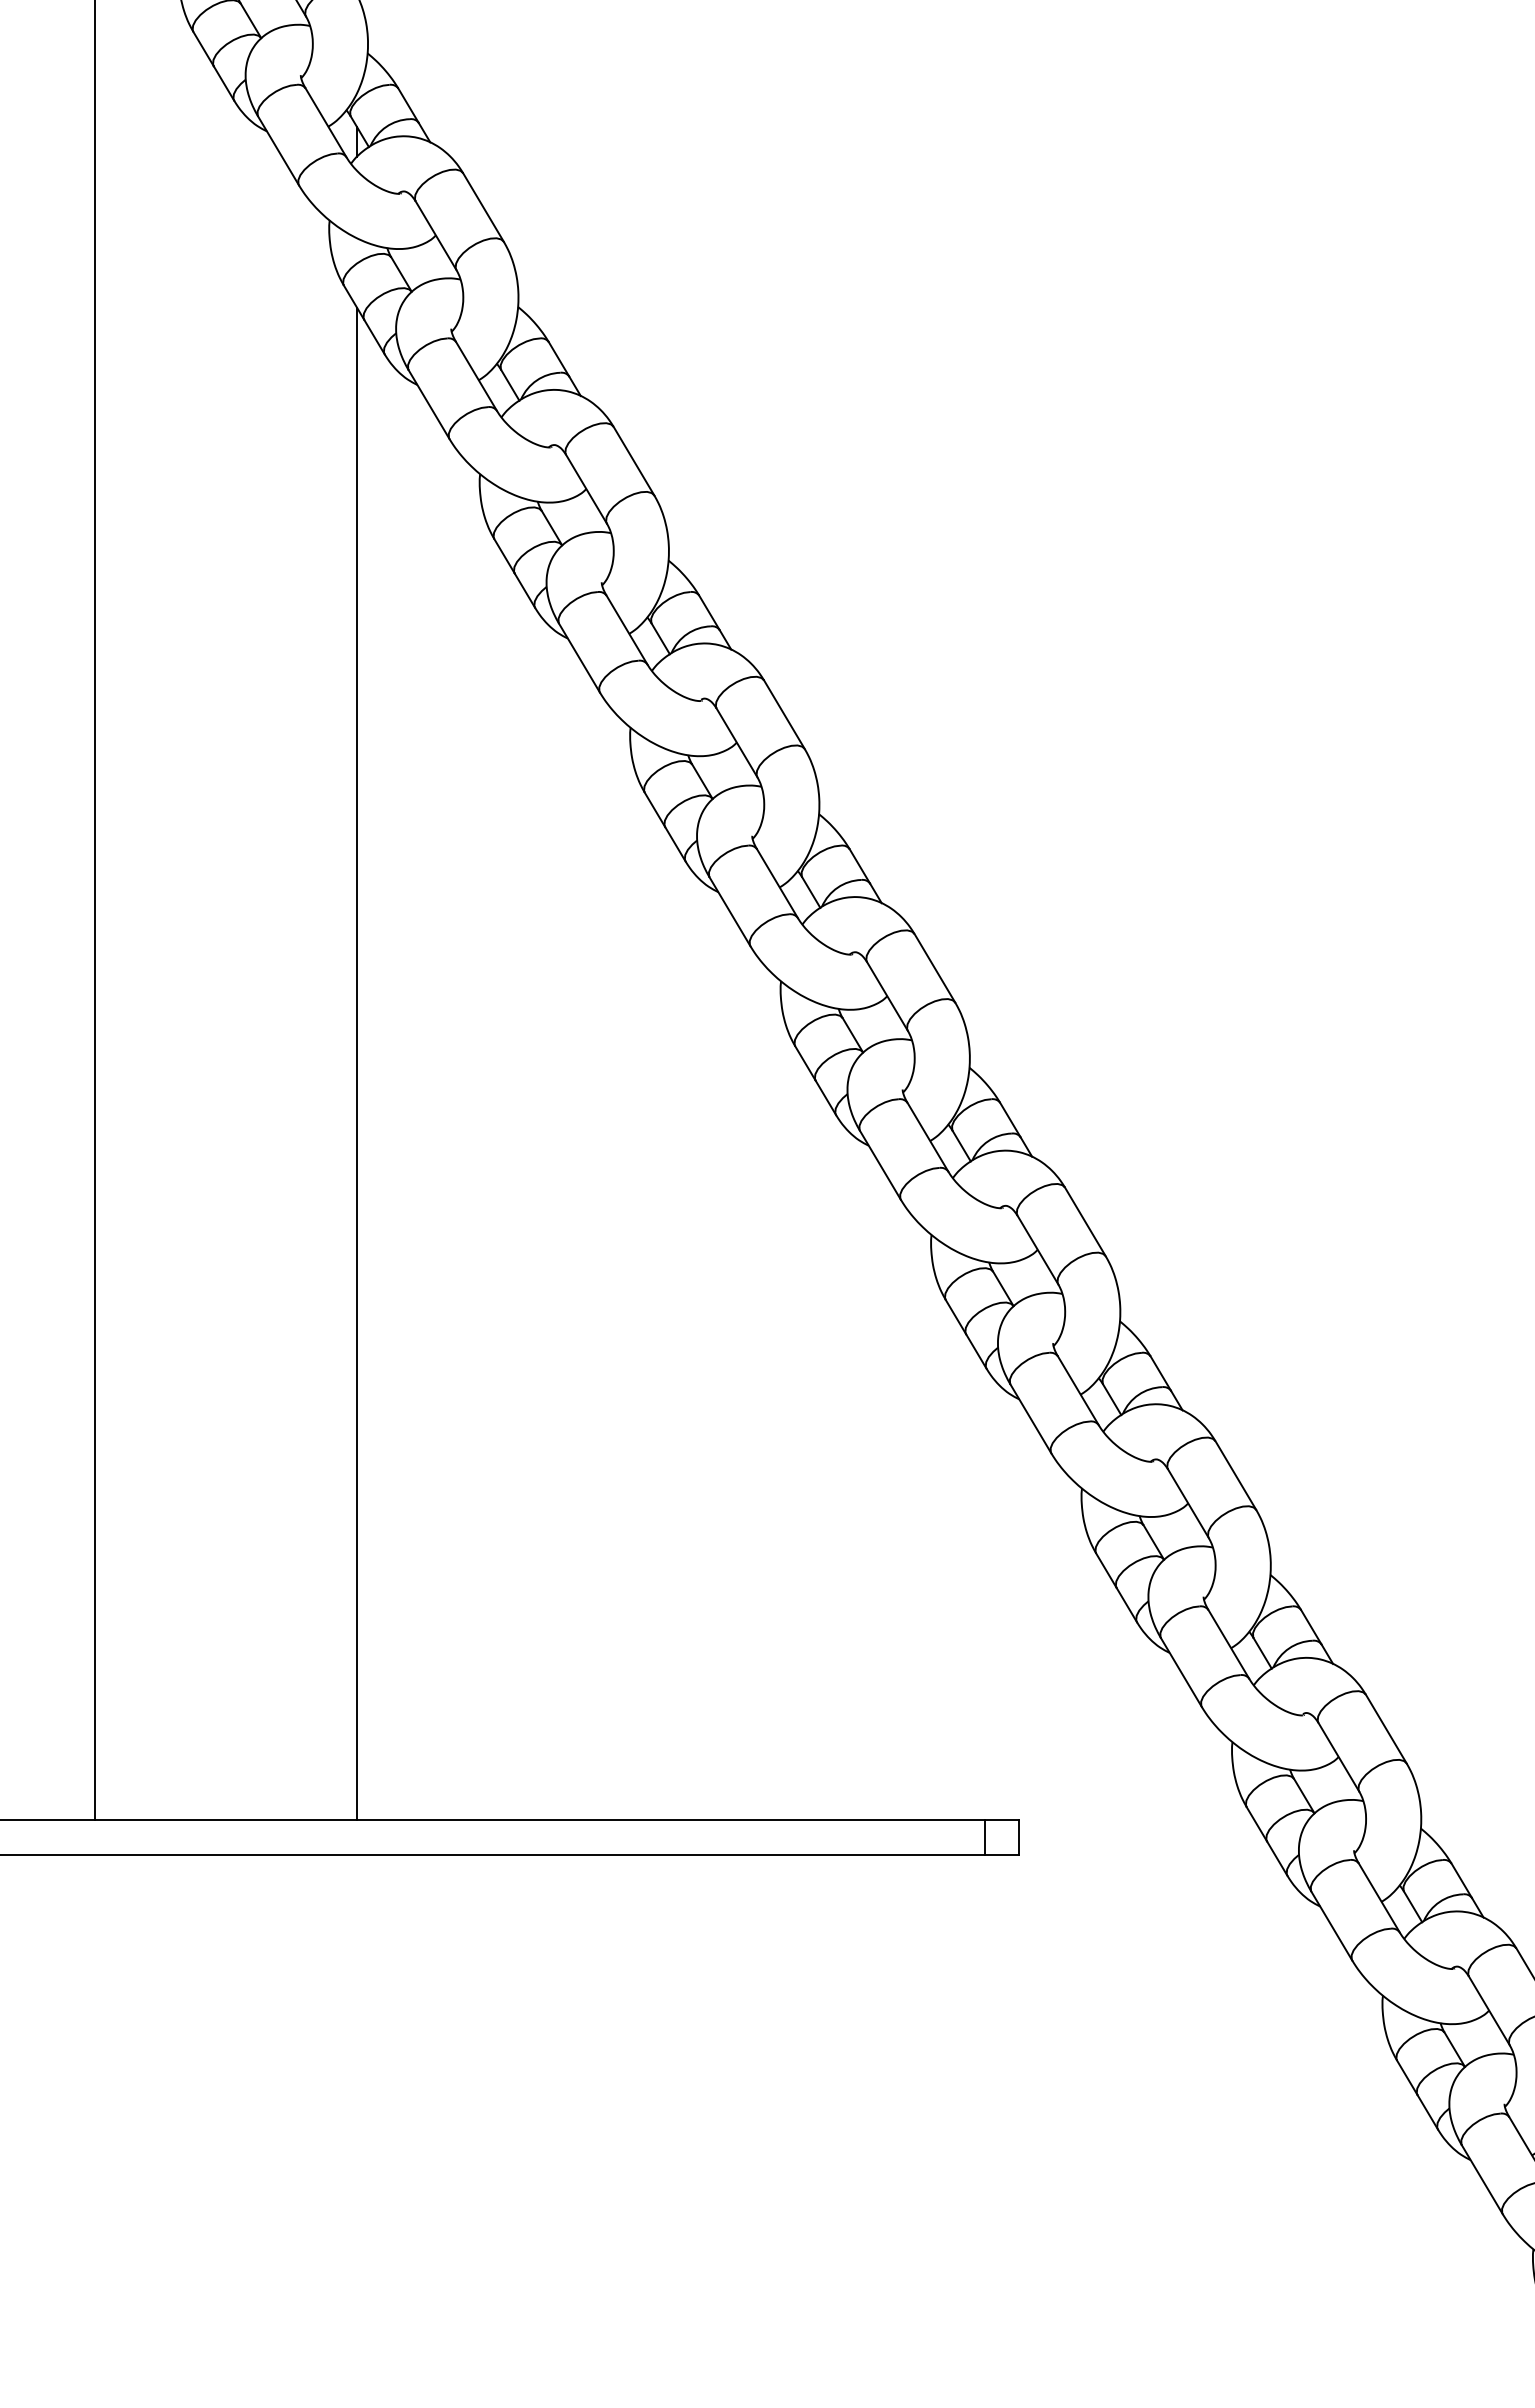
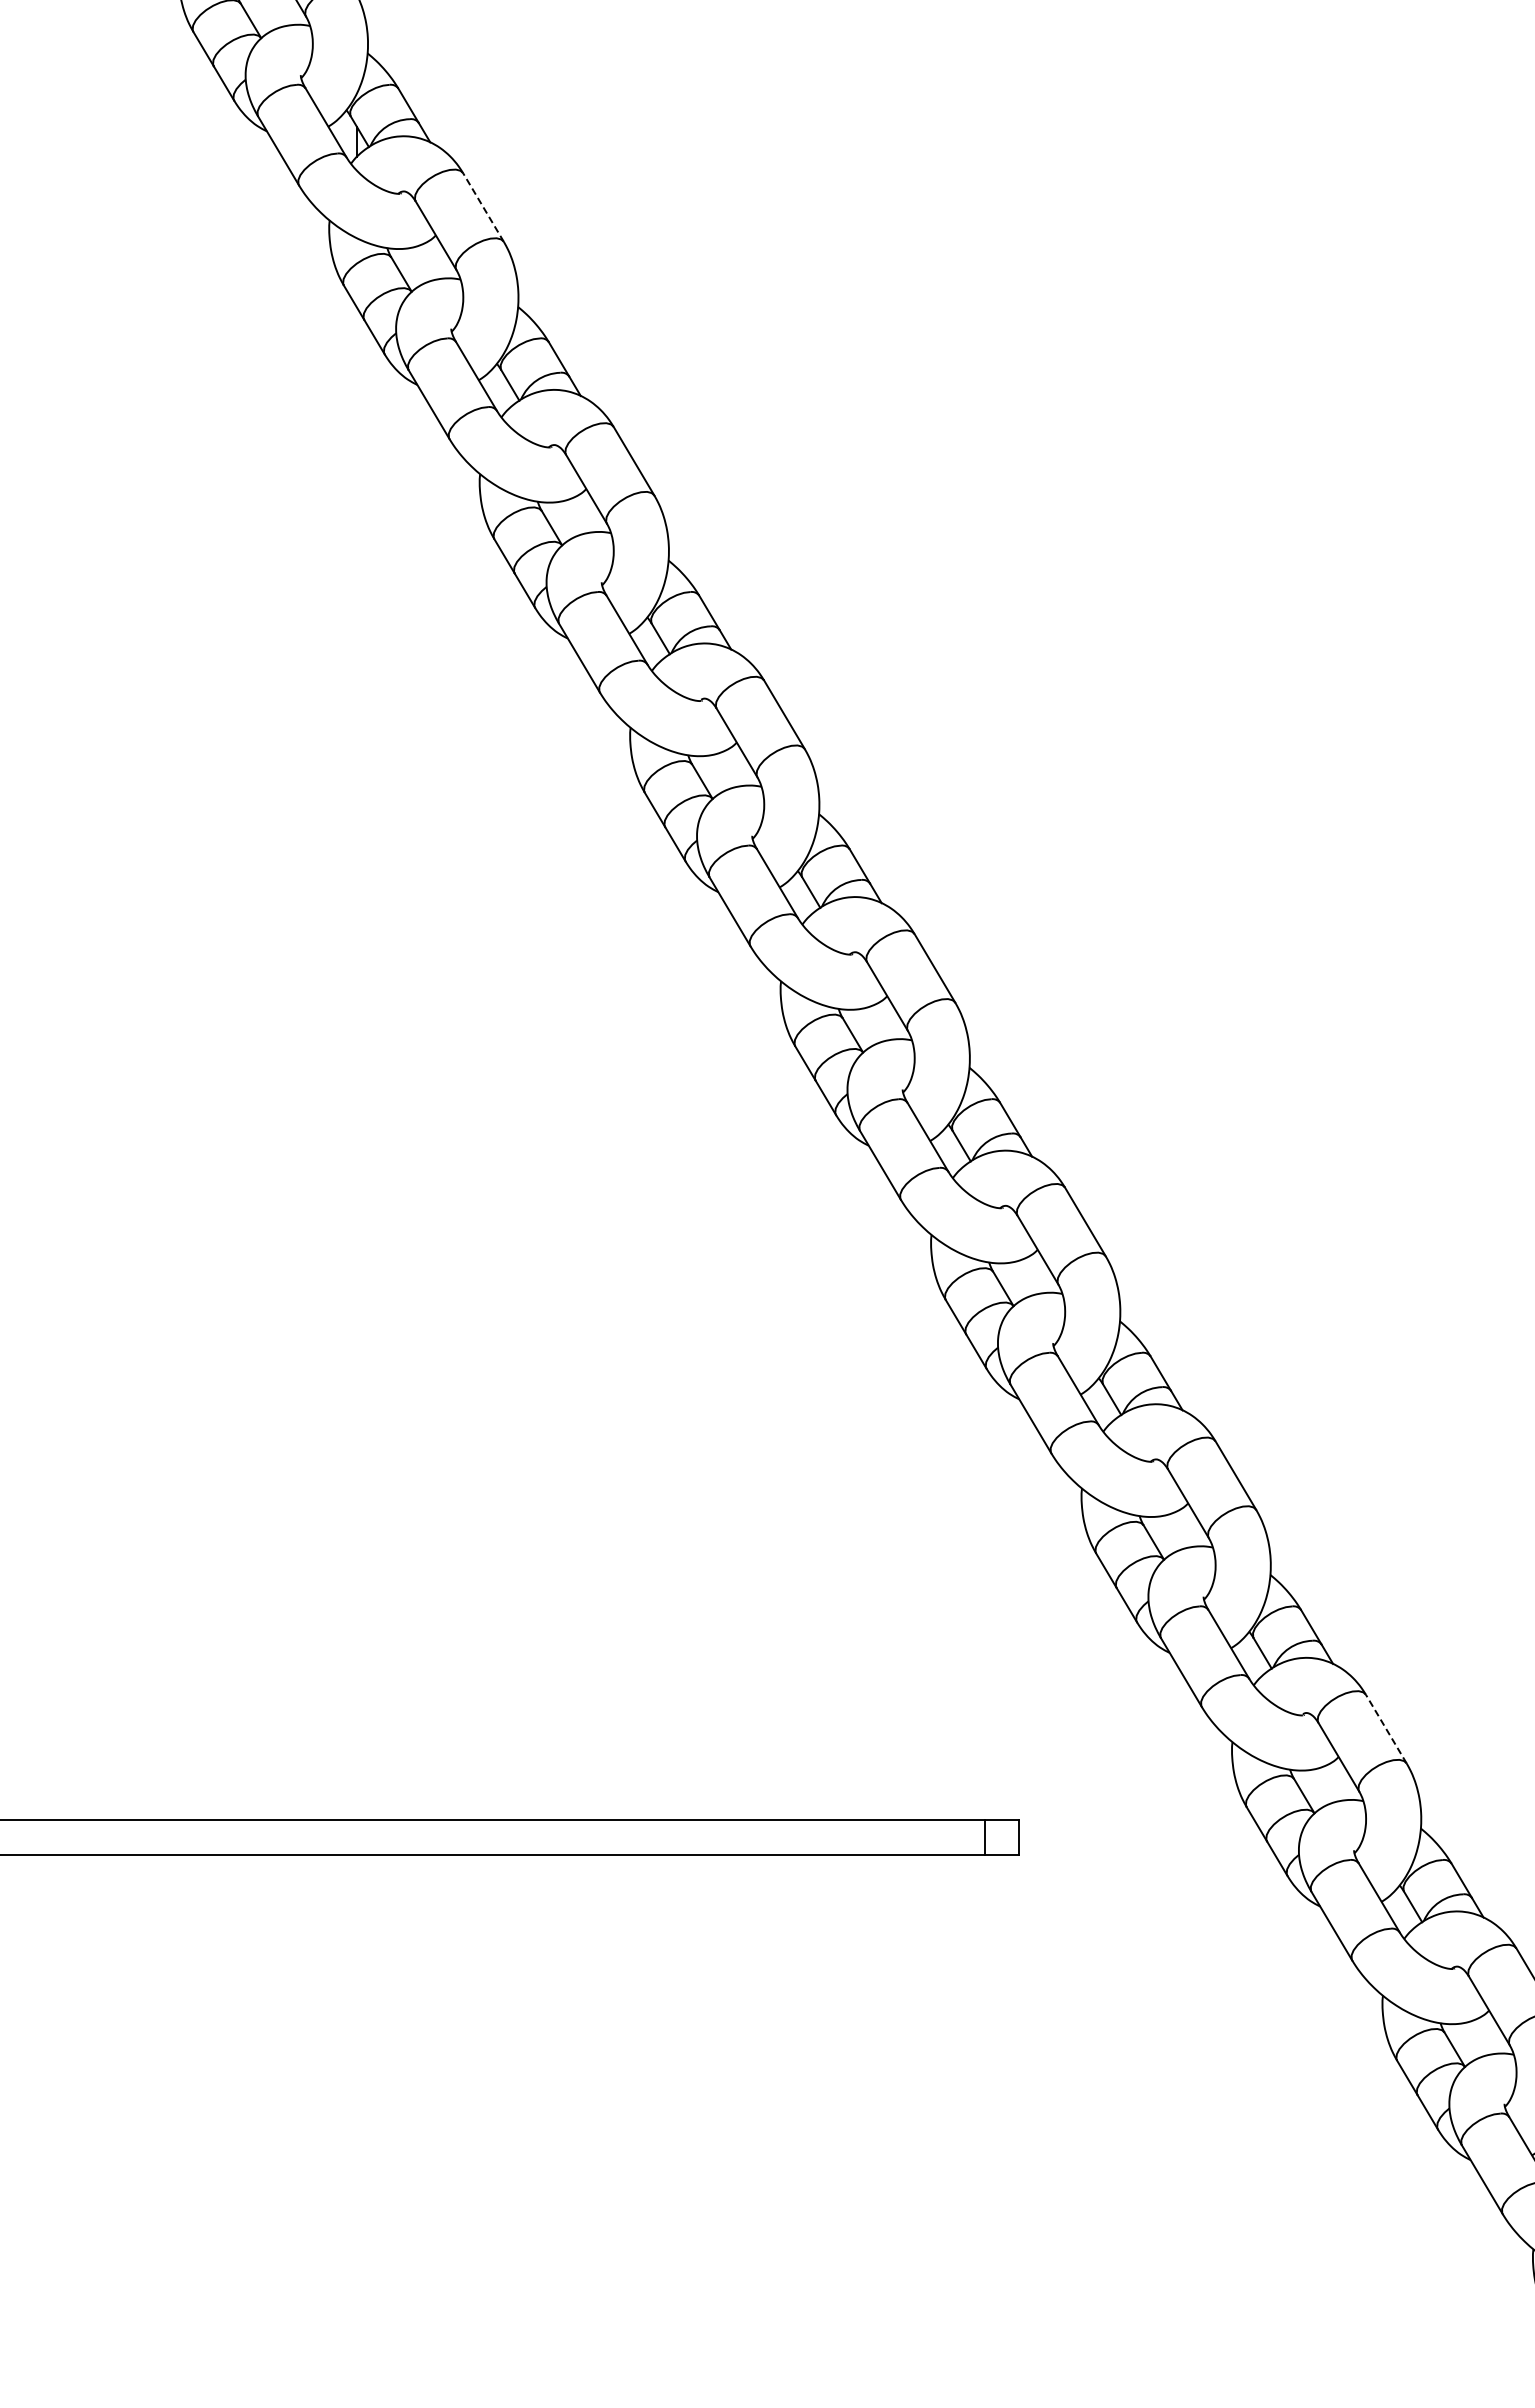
line at (483, 207): solid -> dashed
line at (94, 911): present -> none
line at (357, 1063): present -> none
line at (1386, 1729): solid -> dashed
